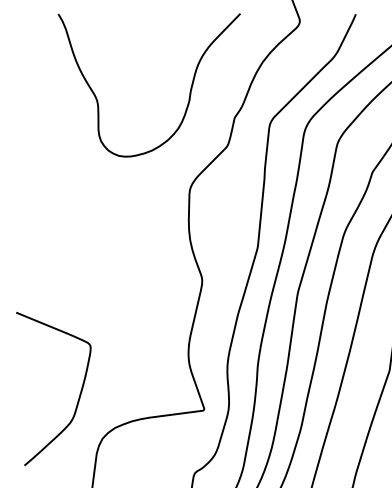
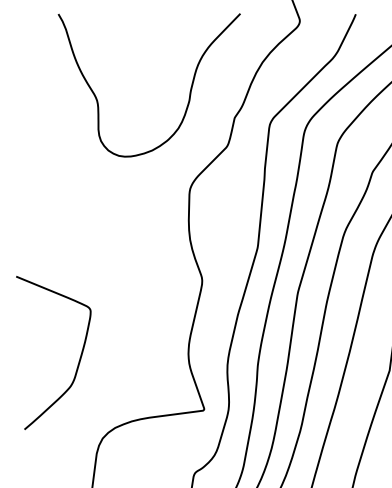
curve at (78, 397) position: (78, 397) -> (78, 361)
